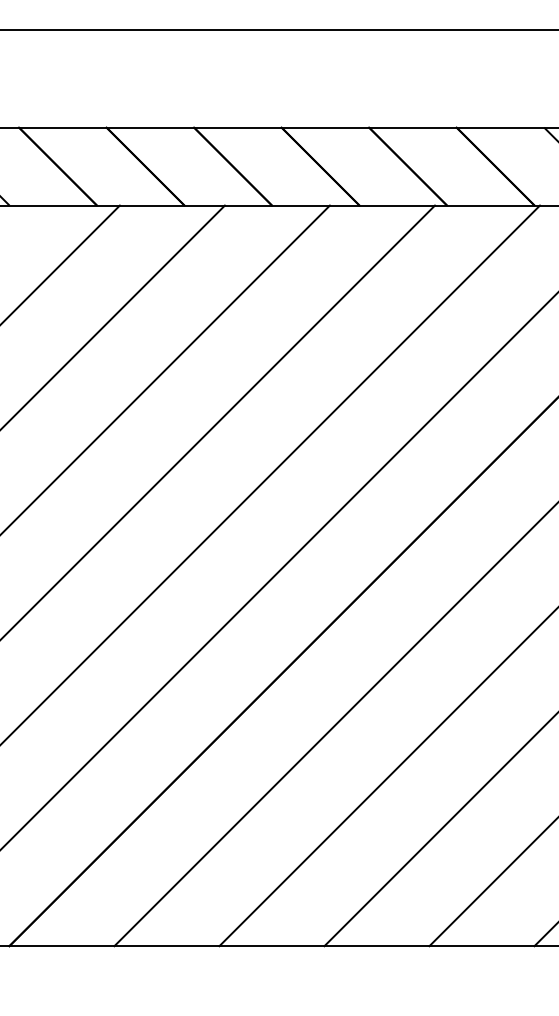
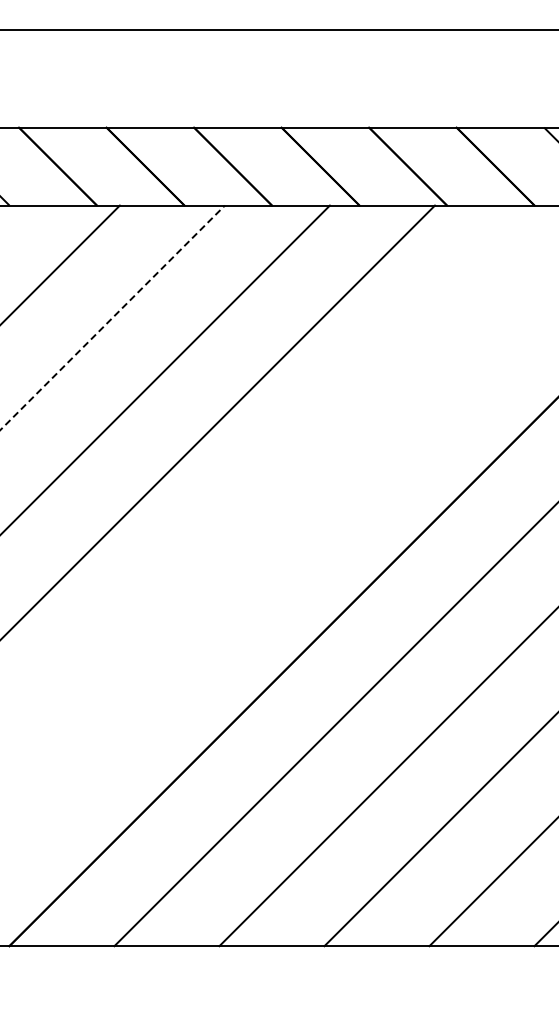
line at (112, 317): solid -> dashed
line at (271, 474): present -> none
line at (278, 571): present -> none
